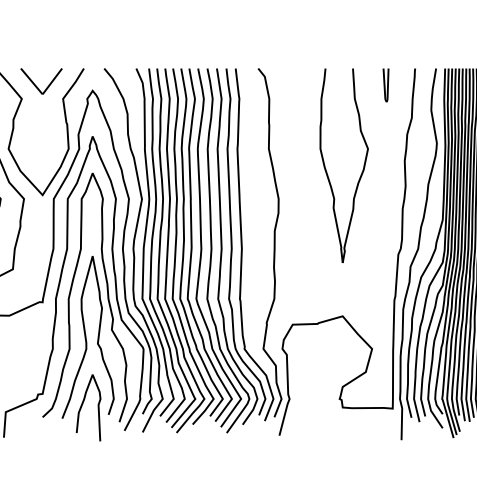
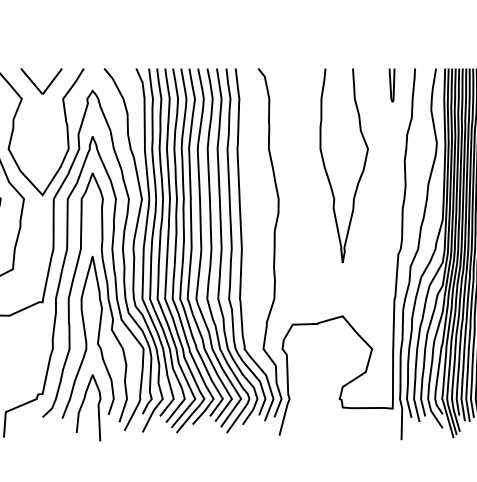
part at (385, 85) position: (385, 85) -> (391, 85)
